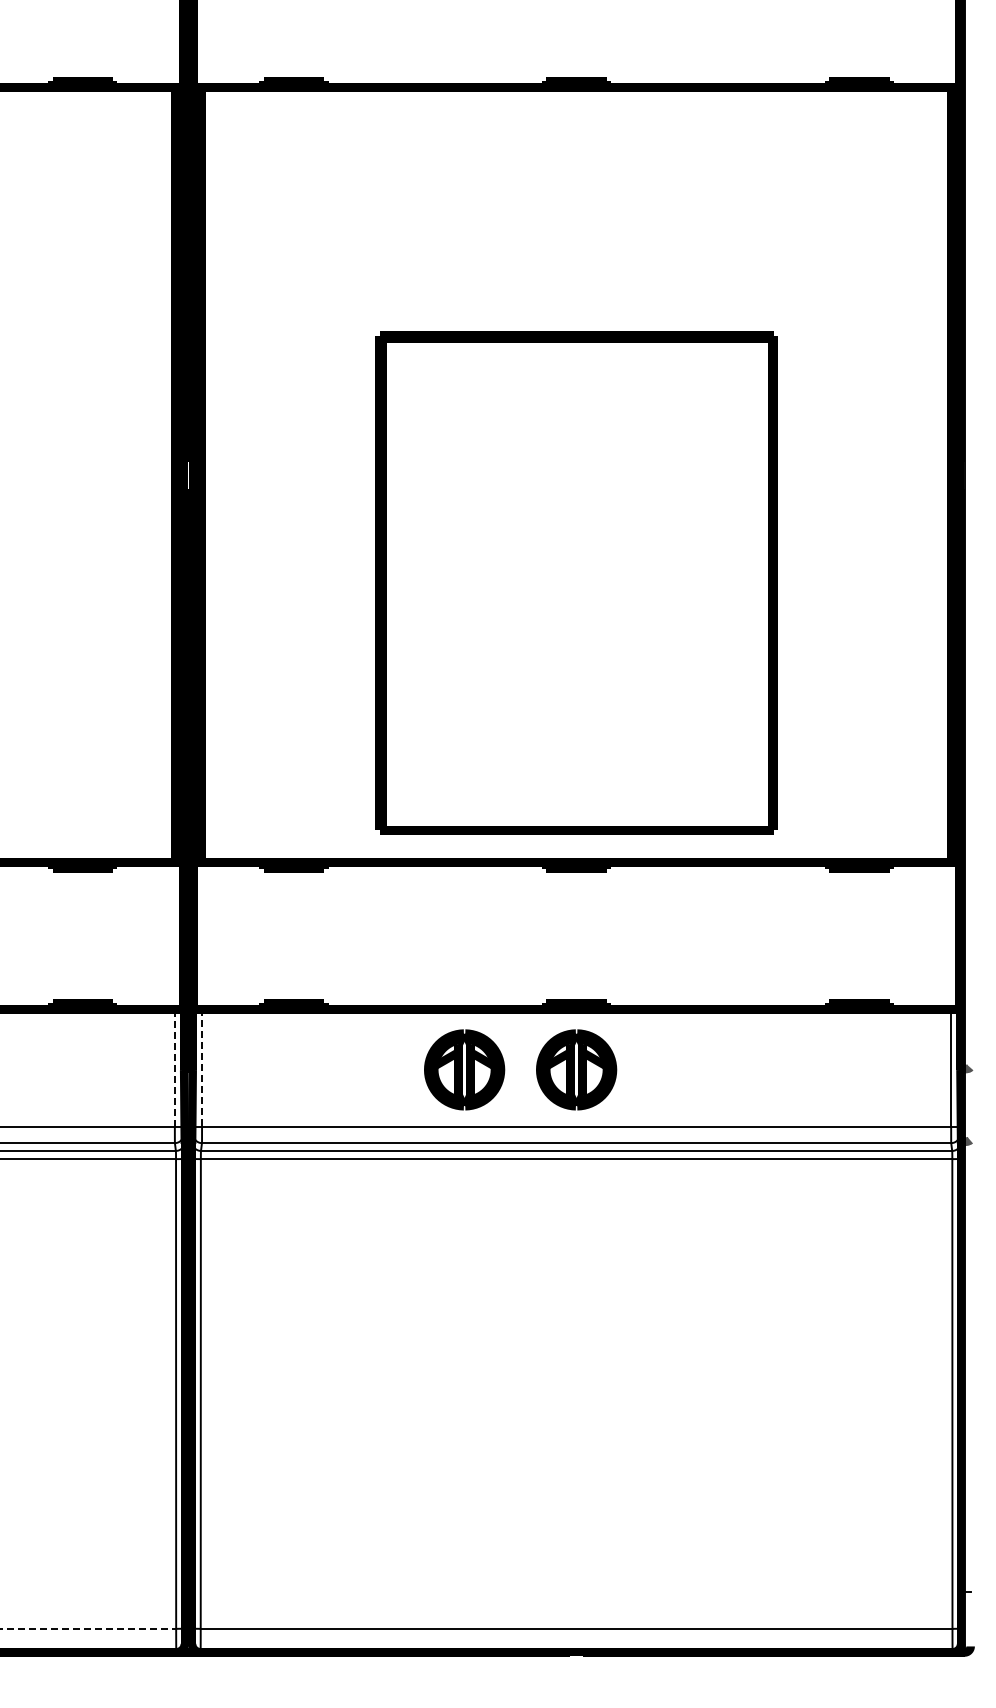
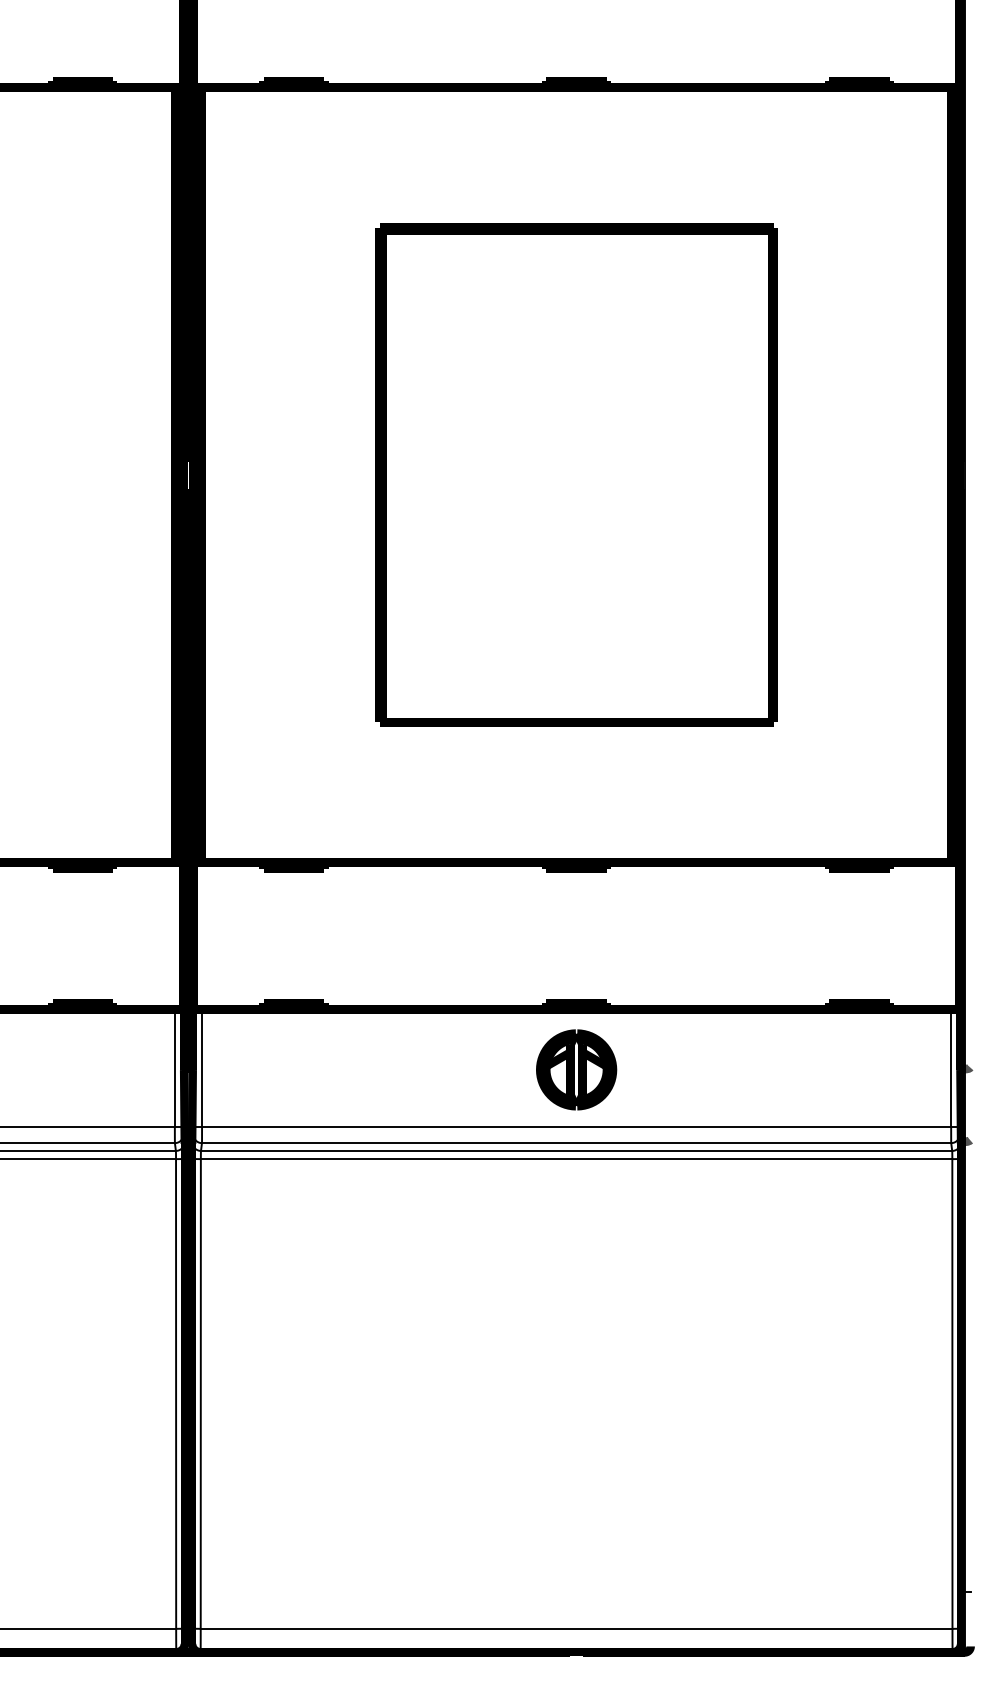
part at (576, 582) position: (576, 582) -> (576, 474)
line at (174, 1067): dashed -> solid
line at (202, 1068): dashed -> solid
part at (464, 1069): present -> none
line at (88, 1628): dashed -> solid
